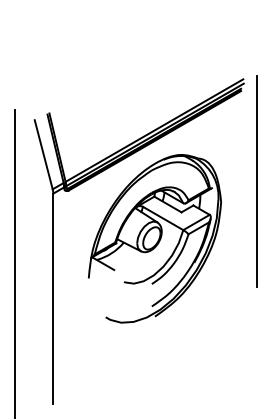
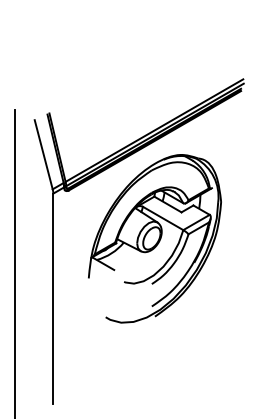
line at (256, 181): present -> none
